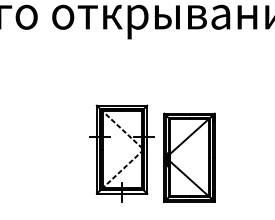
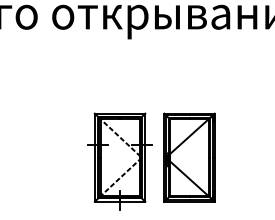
part at (121, 153) position: (121, 153) -> (119, 161)
